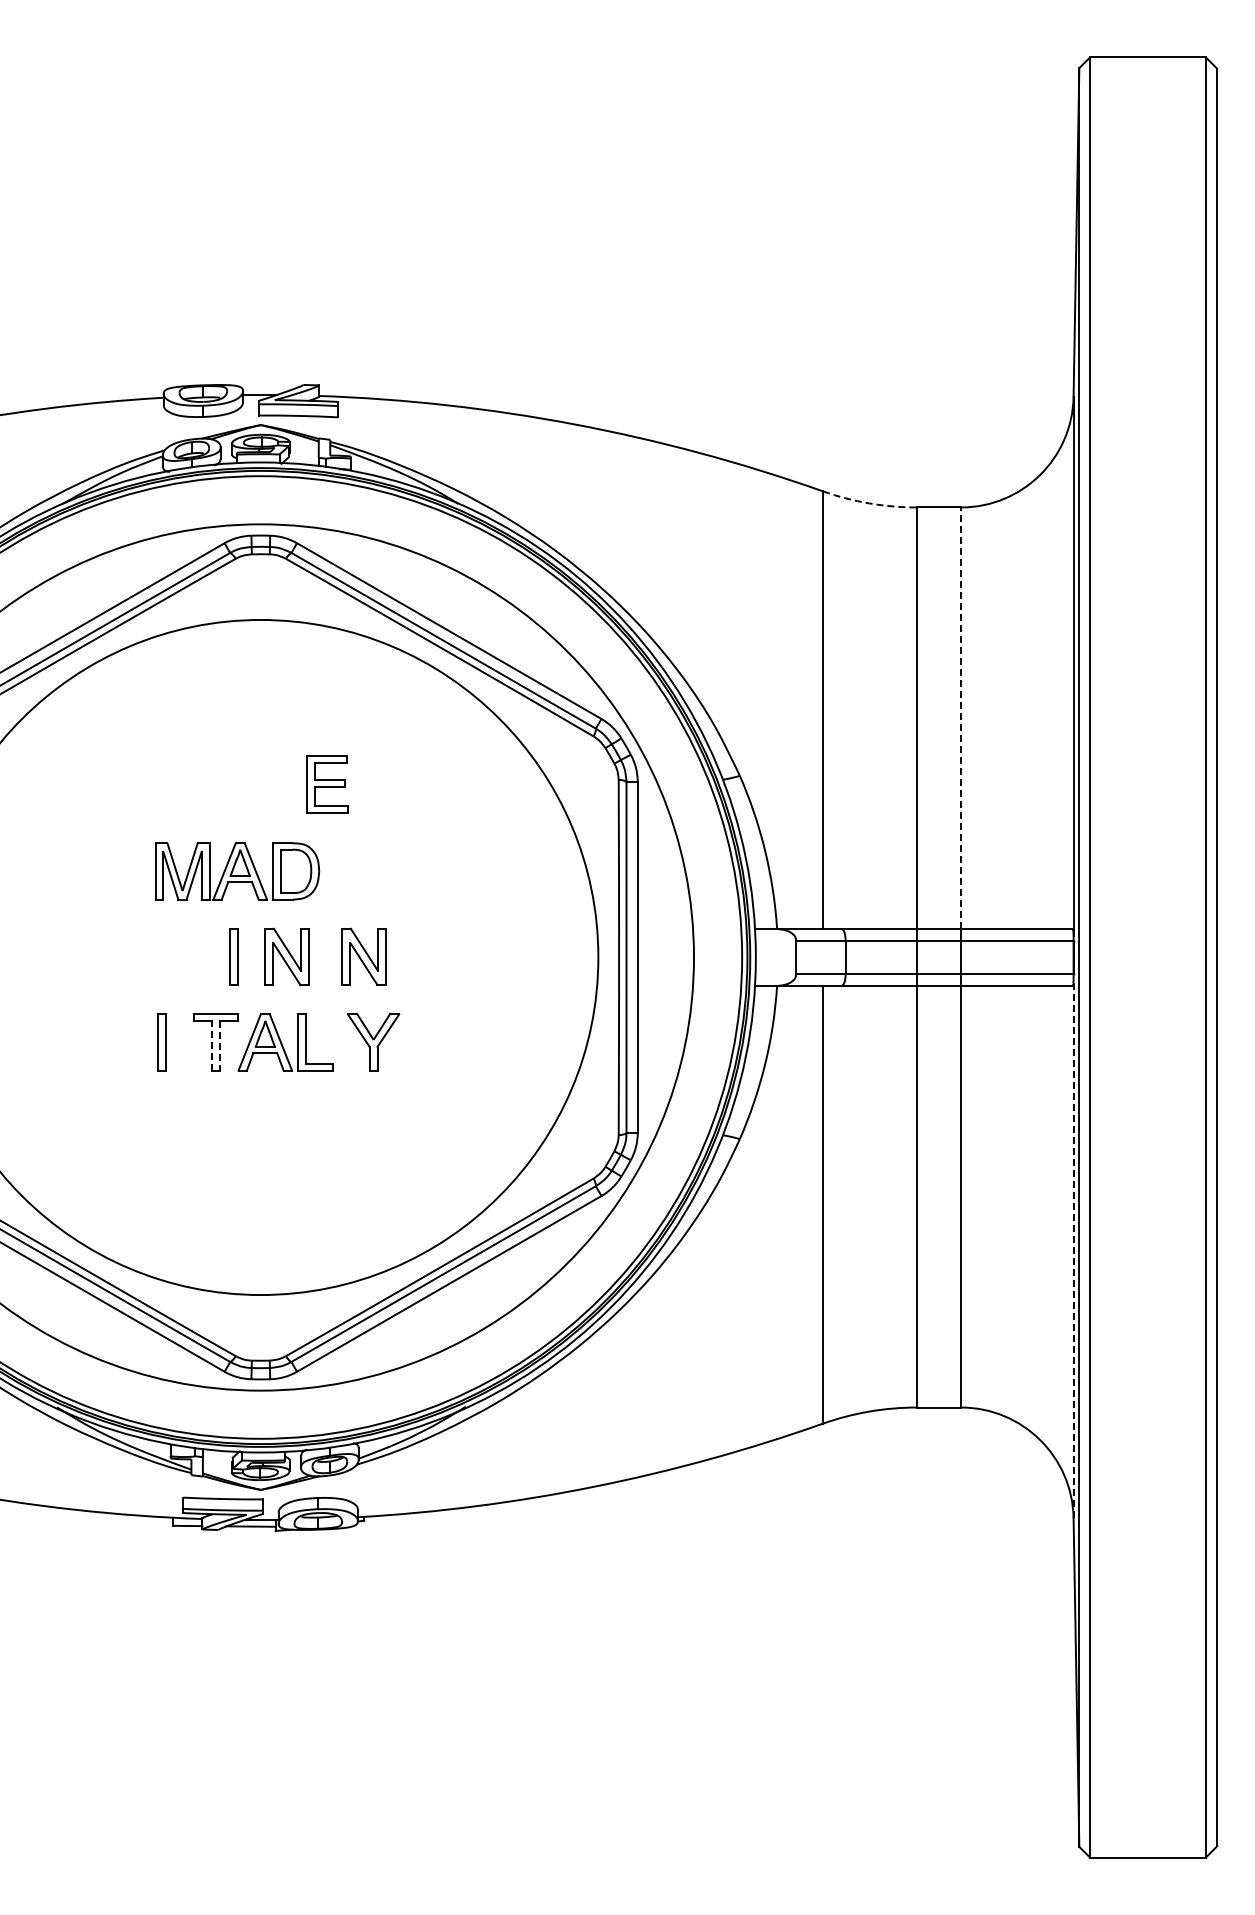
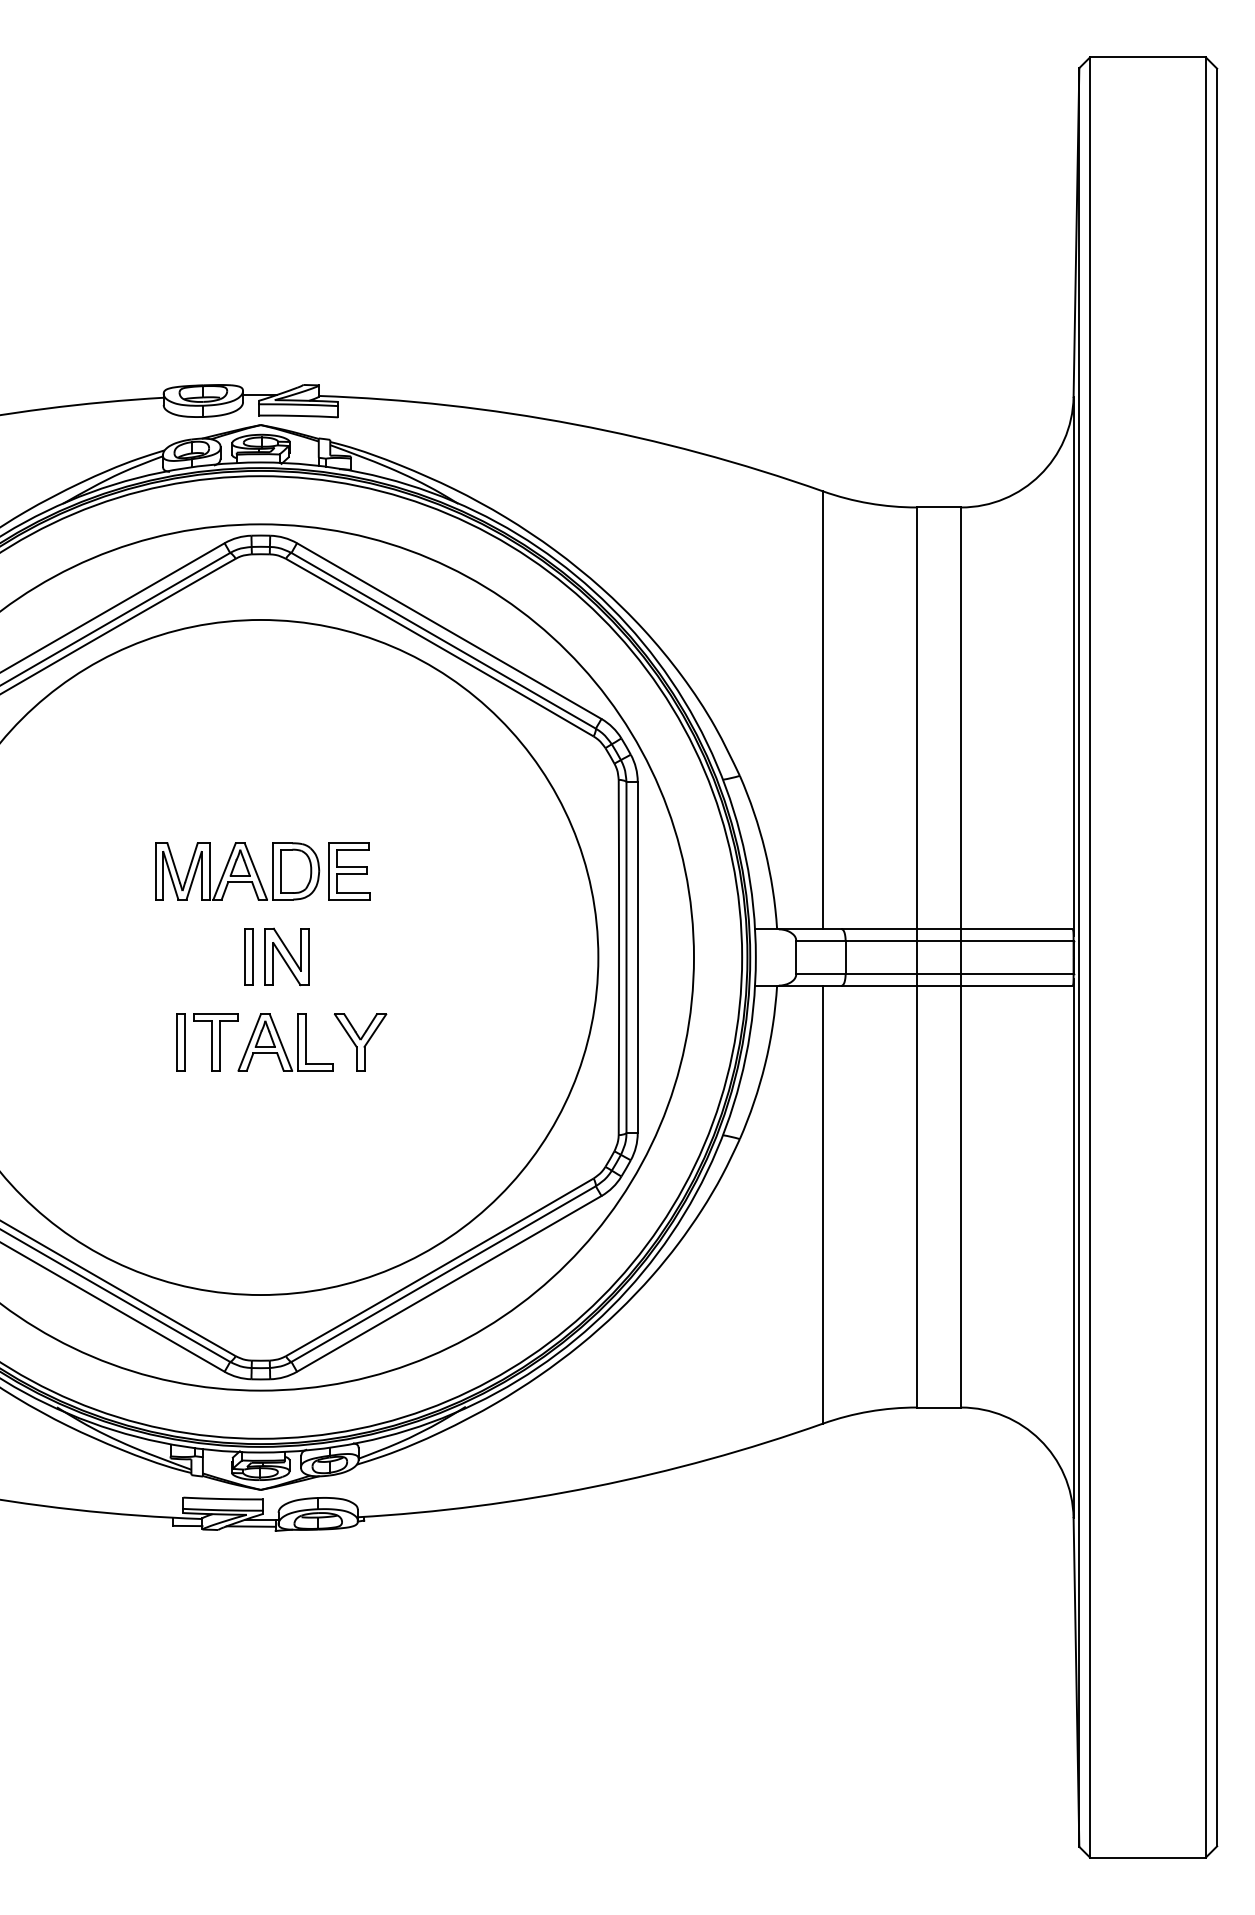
arc at (869, 503): dashed -> solid
line at (961, 718): dashed -> solid
part at (327, 784) position: (327, 784) -> (349, 871)
part at (233, 956) position: (233, 956) -> (248, 956)
part at (363, 956): present -> none
part at (161, 1042) position: (161, 1042) -> (180, 1042)
part at (373, 1042) position: (373, 1042) -> (360, 1042)
line at (211, 1045): dashed -> solid
line at (219, 1045): dashed -> solid
line at (1073, 1248): dashed -> solid
